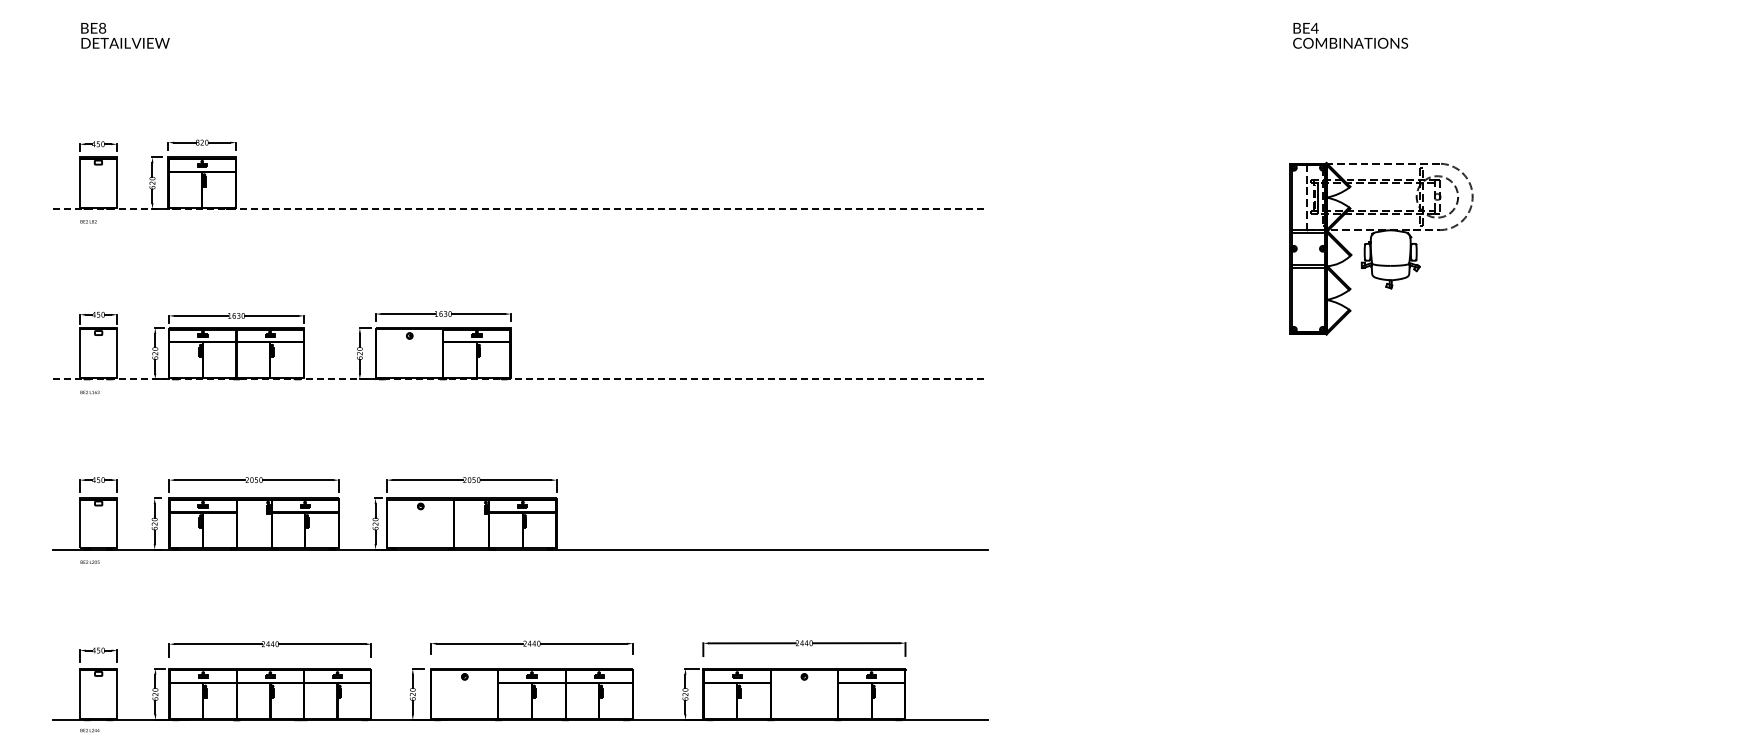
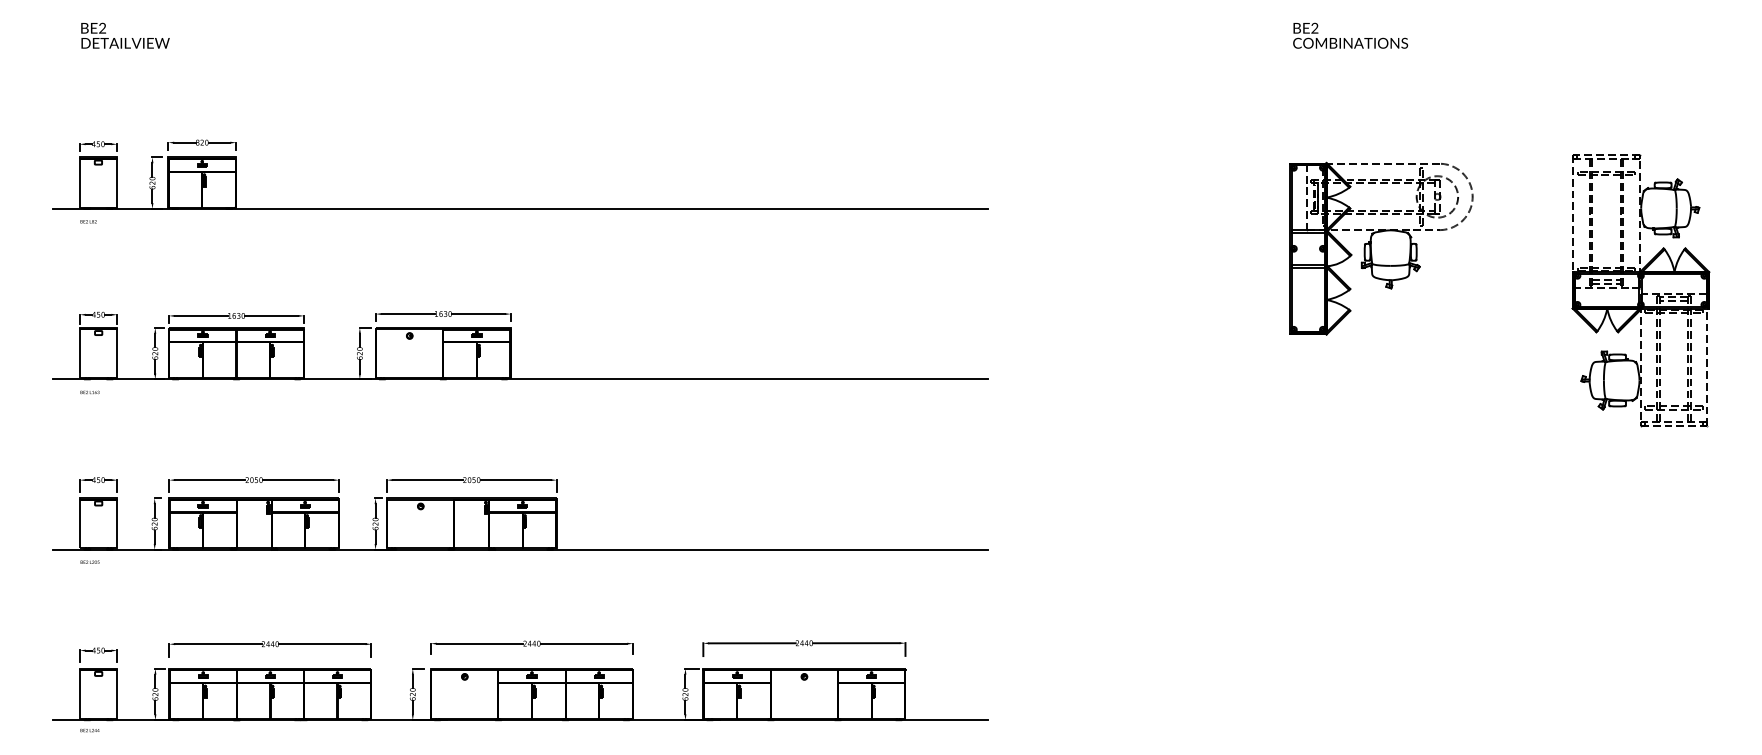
text at (1314, 27): BE4 -> BE2
text at (102, 28): BE8 -> BE2
line at (520, 208): dashed -> solid
part at (1640, 290): none -> present
line at (520, 379): dashed -> solid
